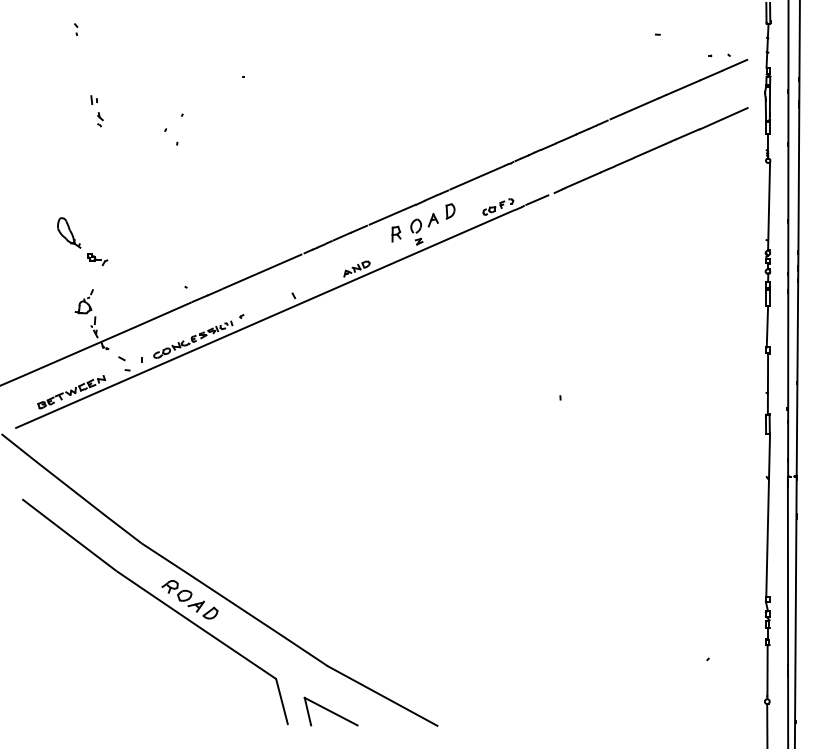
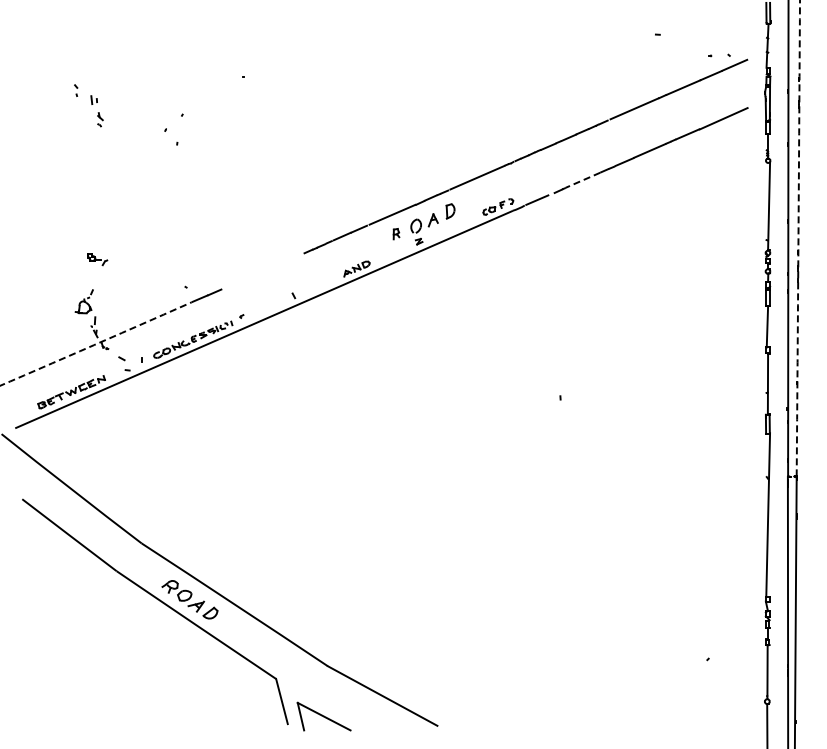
part at (76, 29) position: (76, 29) -> (76, 90)
line at (582, 180): solid -> dashed
part at (69, 232): present -> none
part at (396, 233) size: 11x18 px -> 9x13 px
arc at (798, 238): solid -> dashed
line at (262, 271): present -> none
arc at (95, 344): solid -> dashed
part at (330, 711) position: (330, 711) -> (323, 716)
